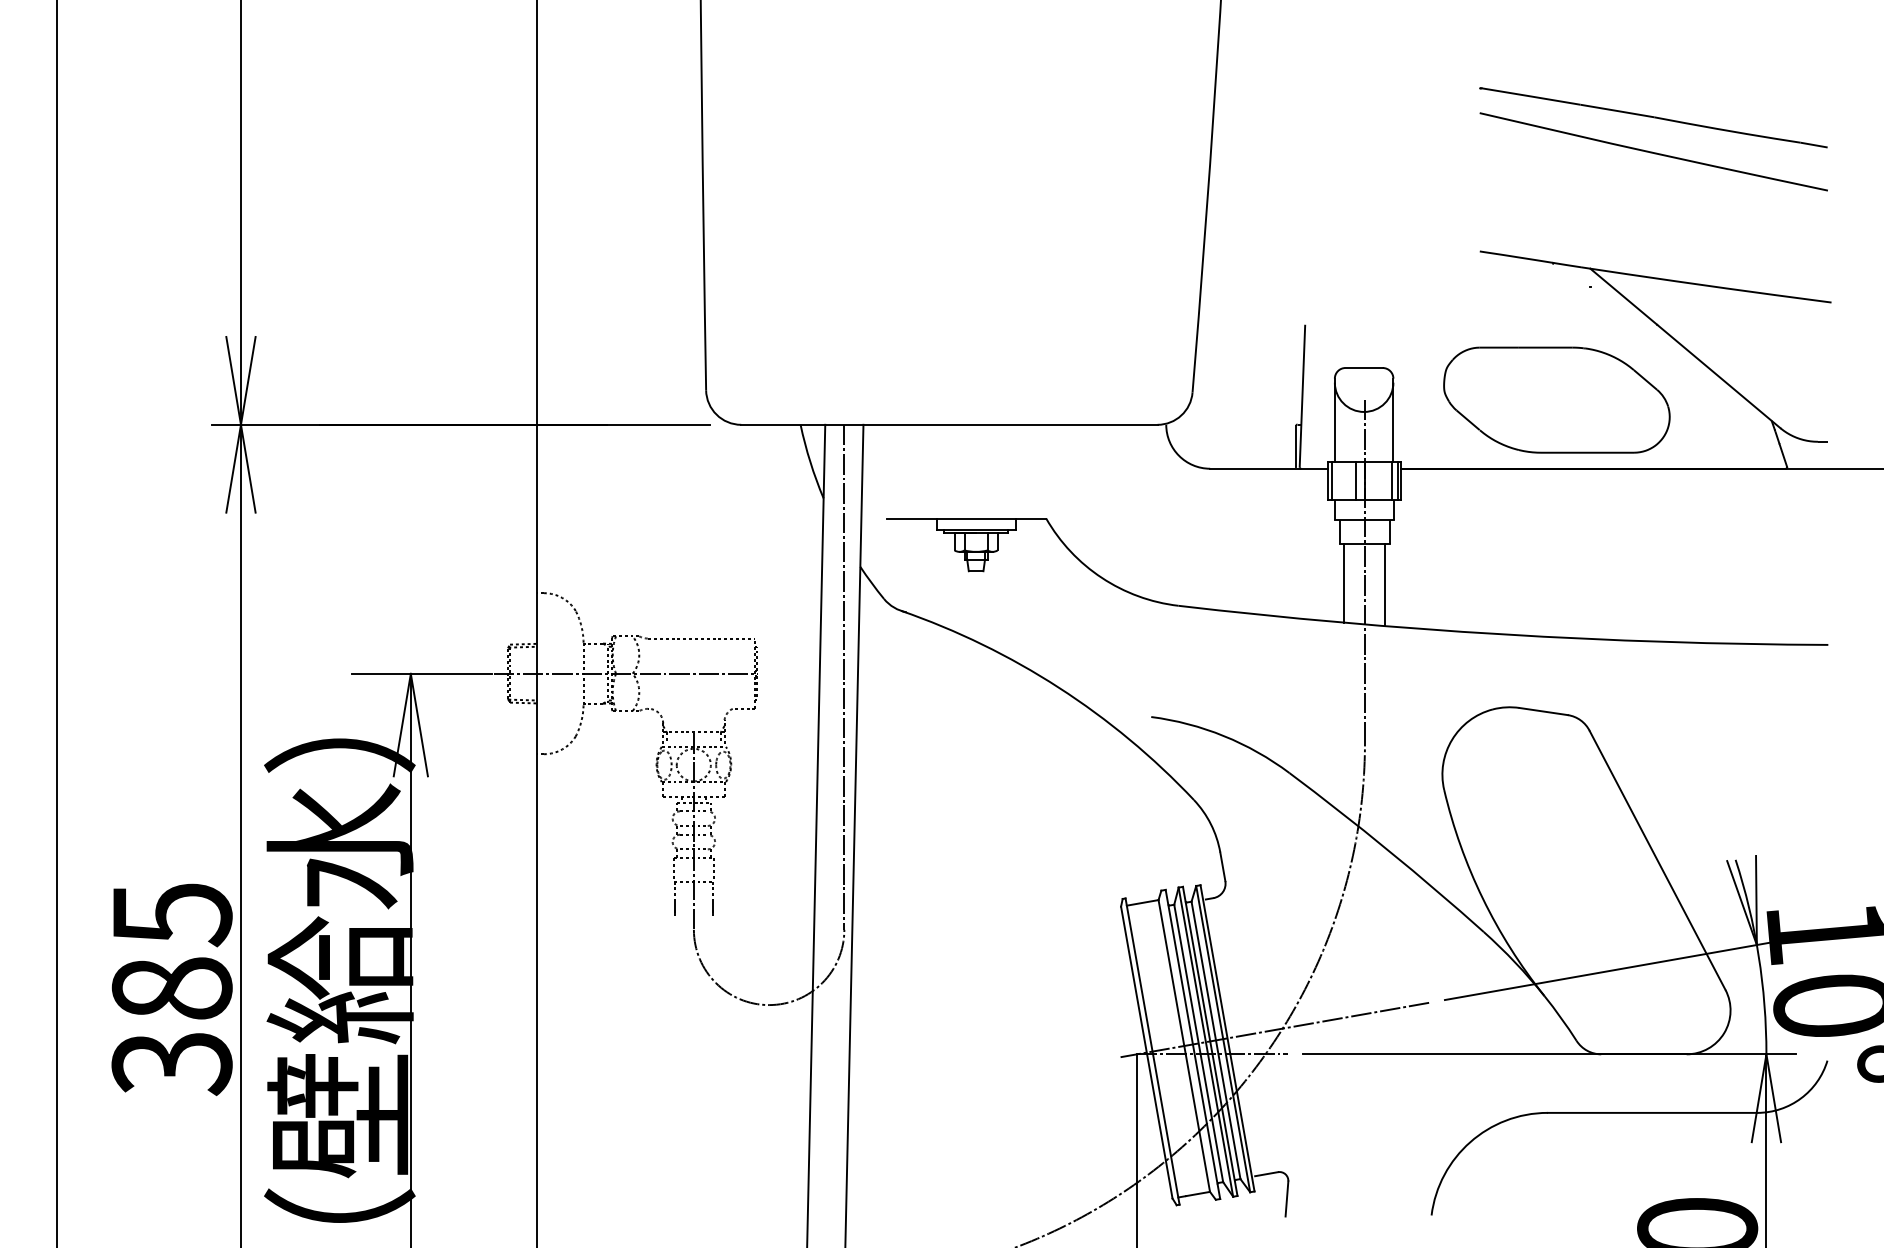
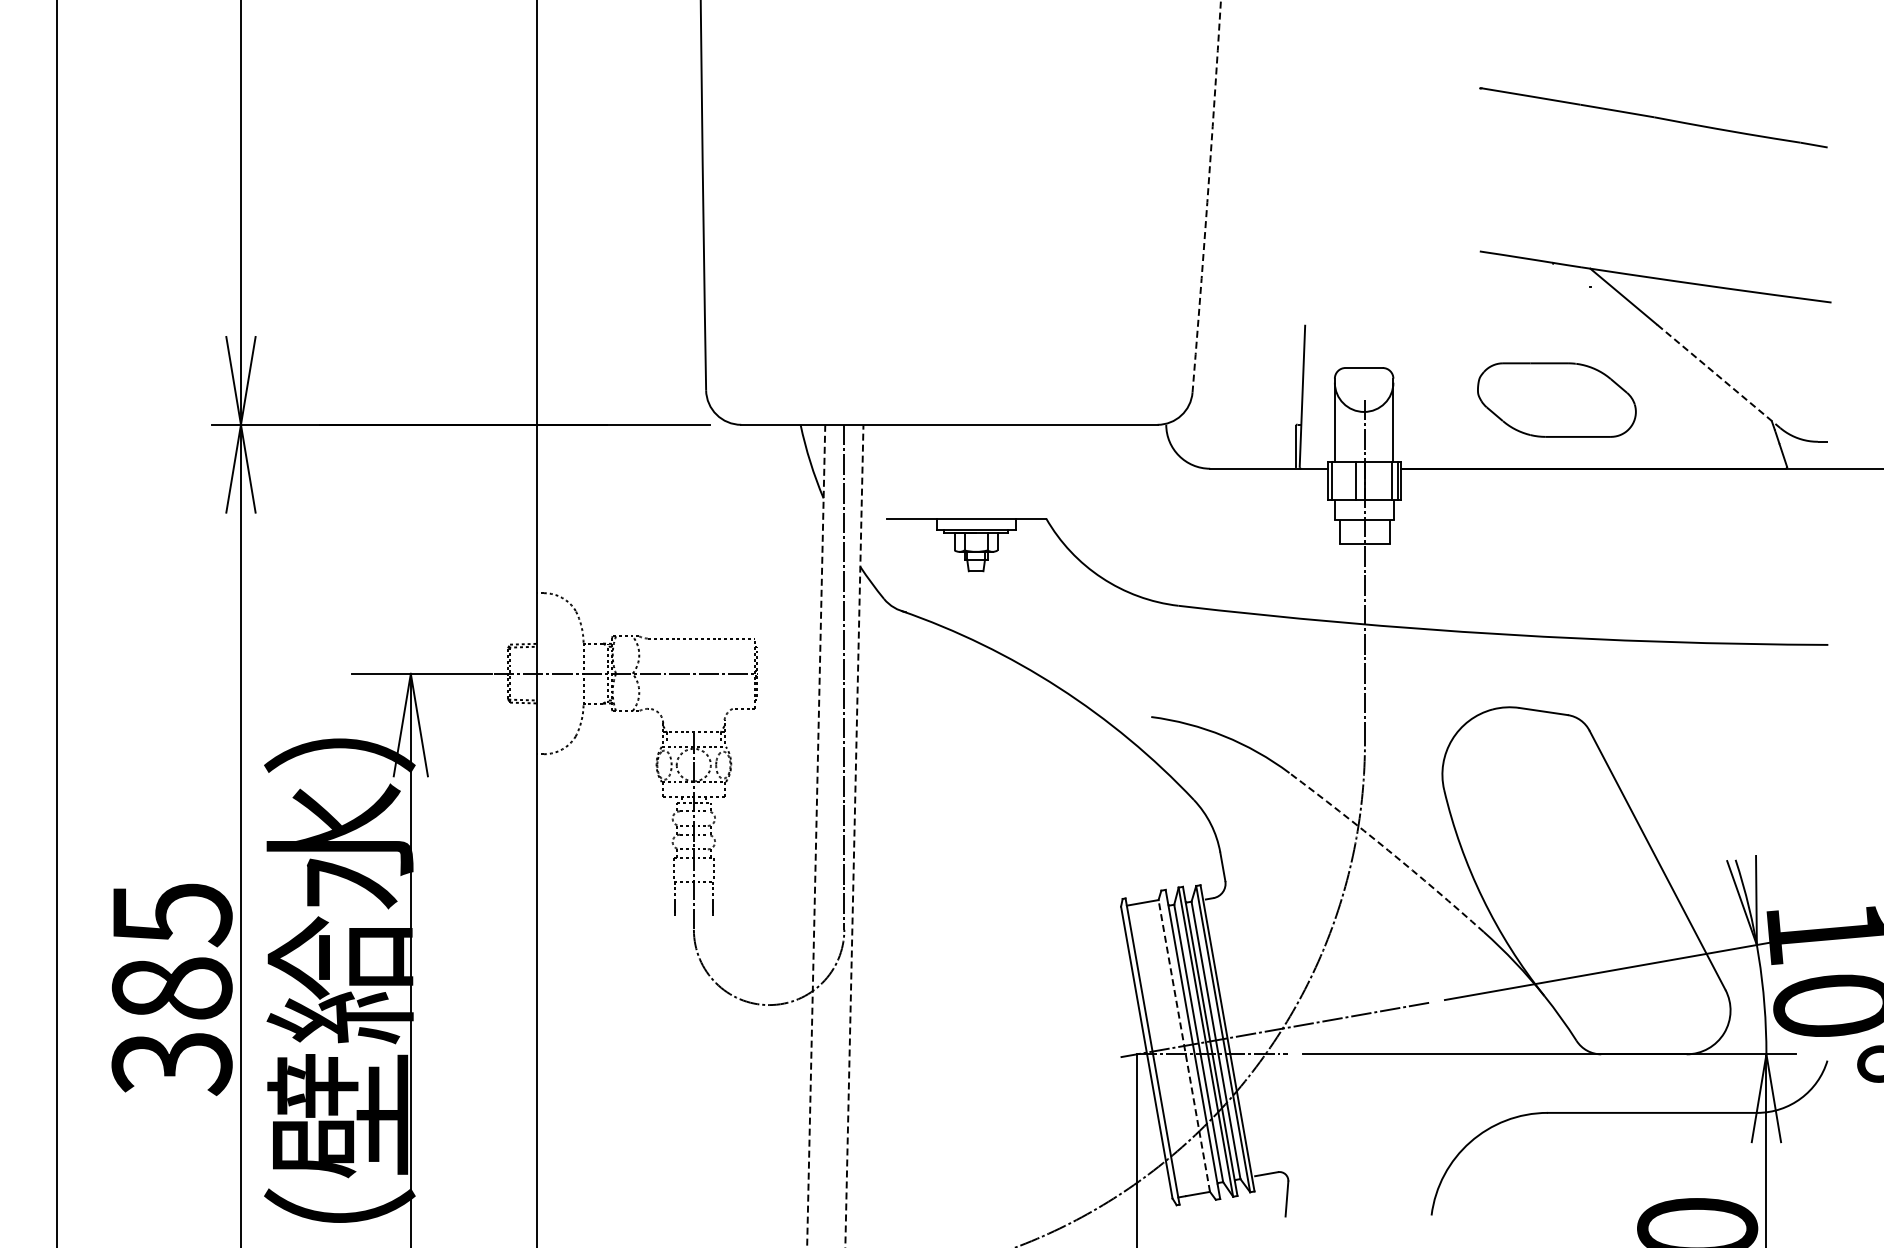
curve at (1652, 151): present -> none
arc at (1207, 196): solid -> dashed
line at (1719, 376): solid -> dashed
part at (1556, 399) size: 228x108 px -> 160x76 px
line at (1343, 582): present -> none
line at (1384, 584): present -> none
line at (854, 835): solid -> dashed
line at (816, 836): solid -> dashed
arc at (1388, 850): solid -> dashed
line at (1184, 1045): solid -> dashed
